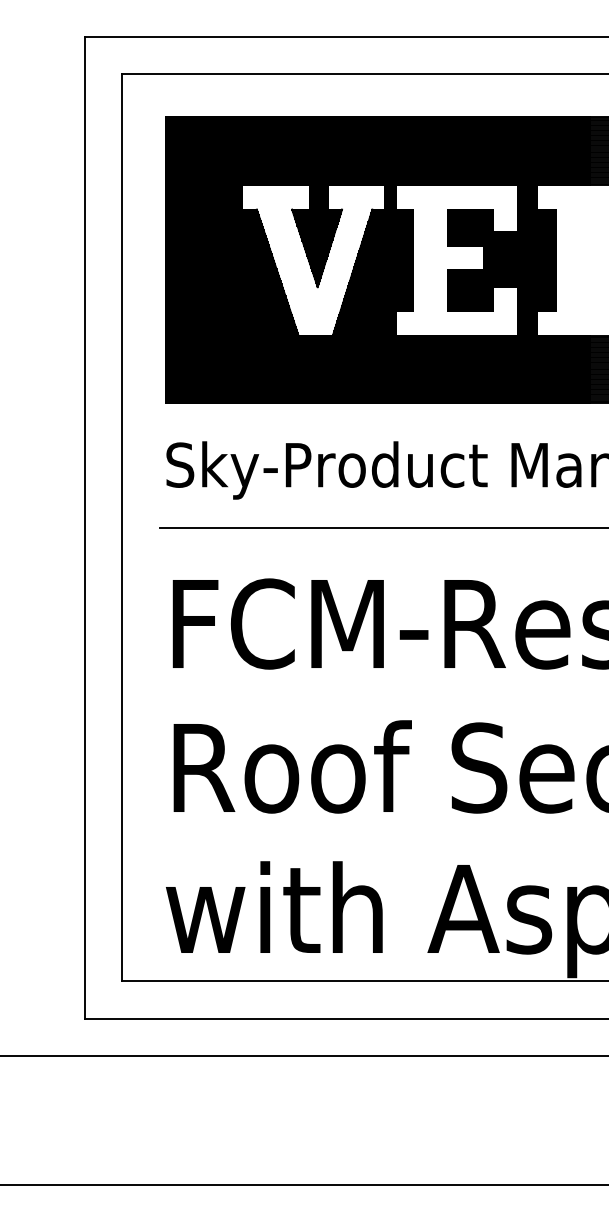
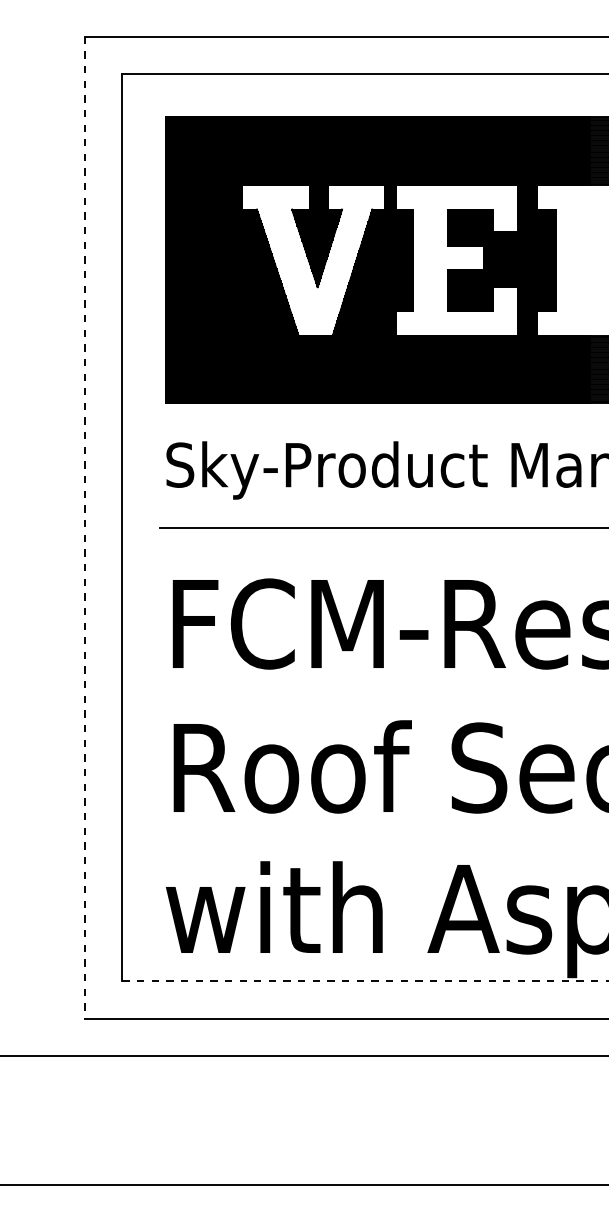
line at (84, 527): solid -> dashed
line at (365, 980): solid -> dashed
